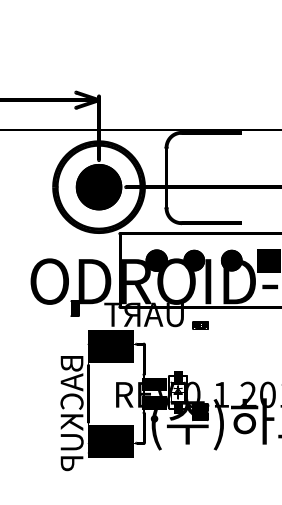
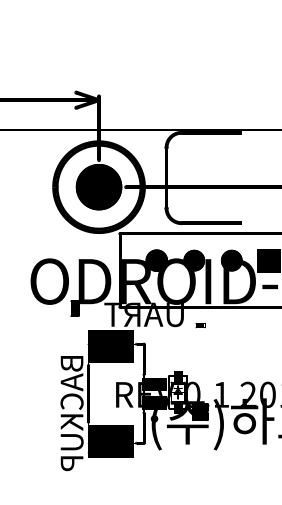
part at (200, 325) size: 17x9 px -> 11x7 px
